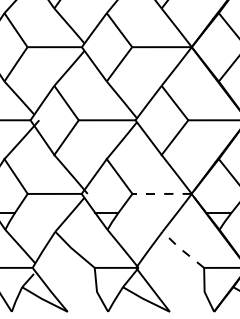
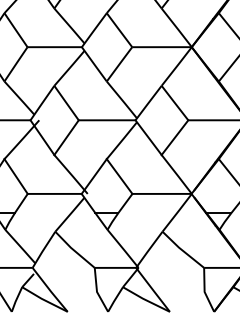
line at (161, 193): dashed -> solid
line at (182, 250): dashed -> solid
